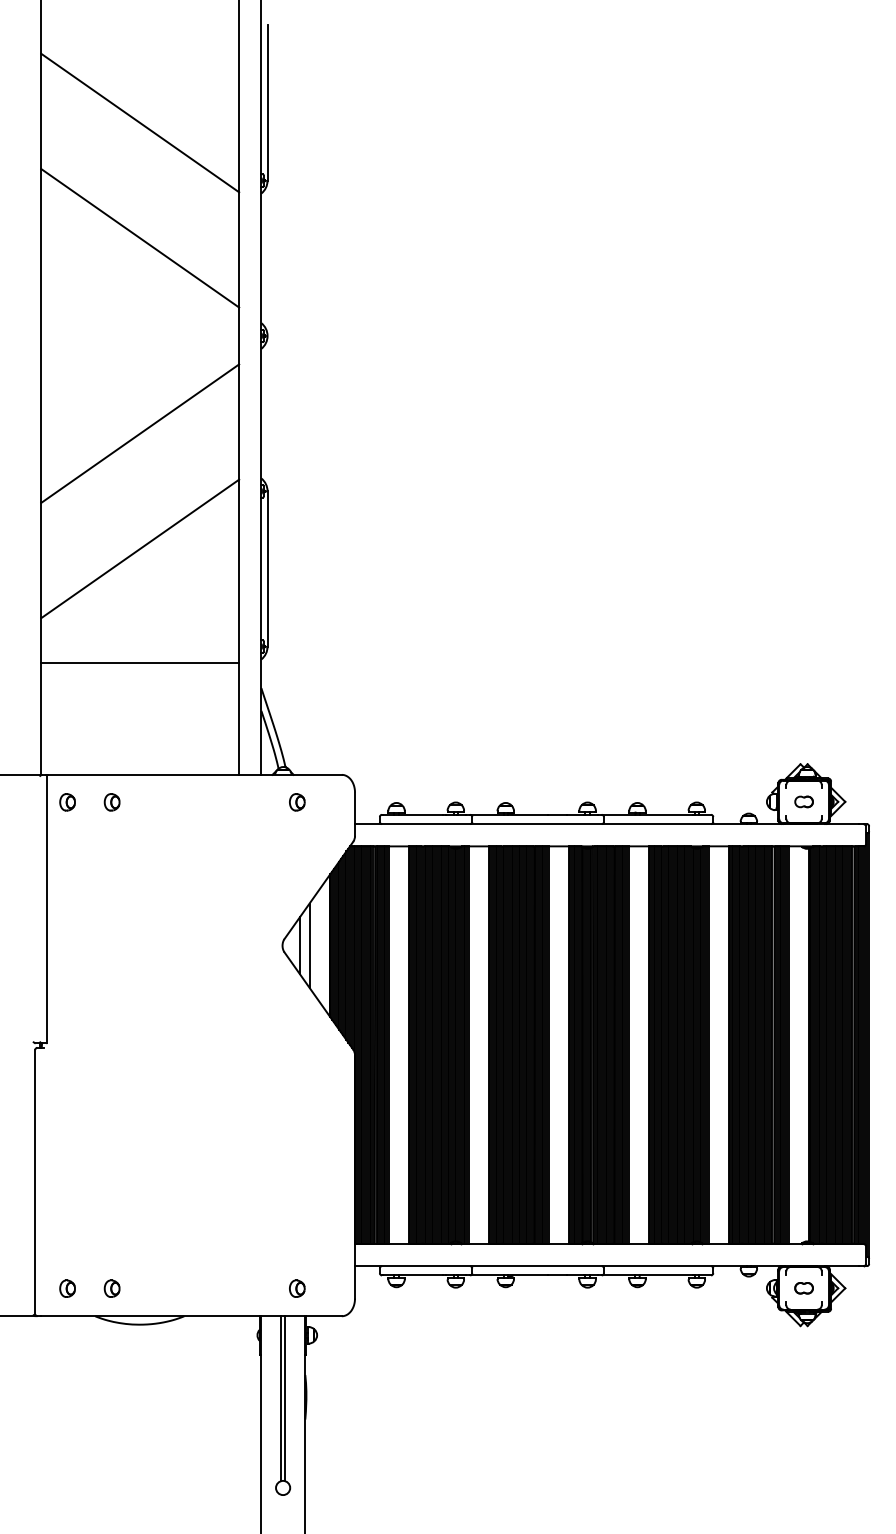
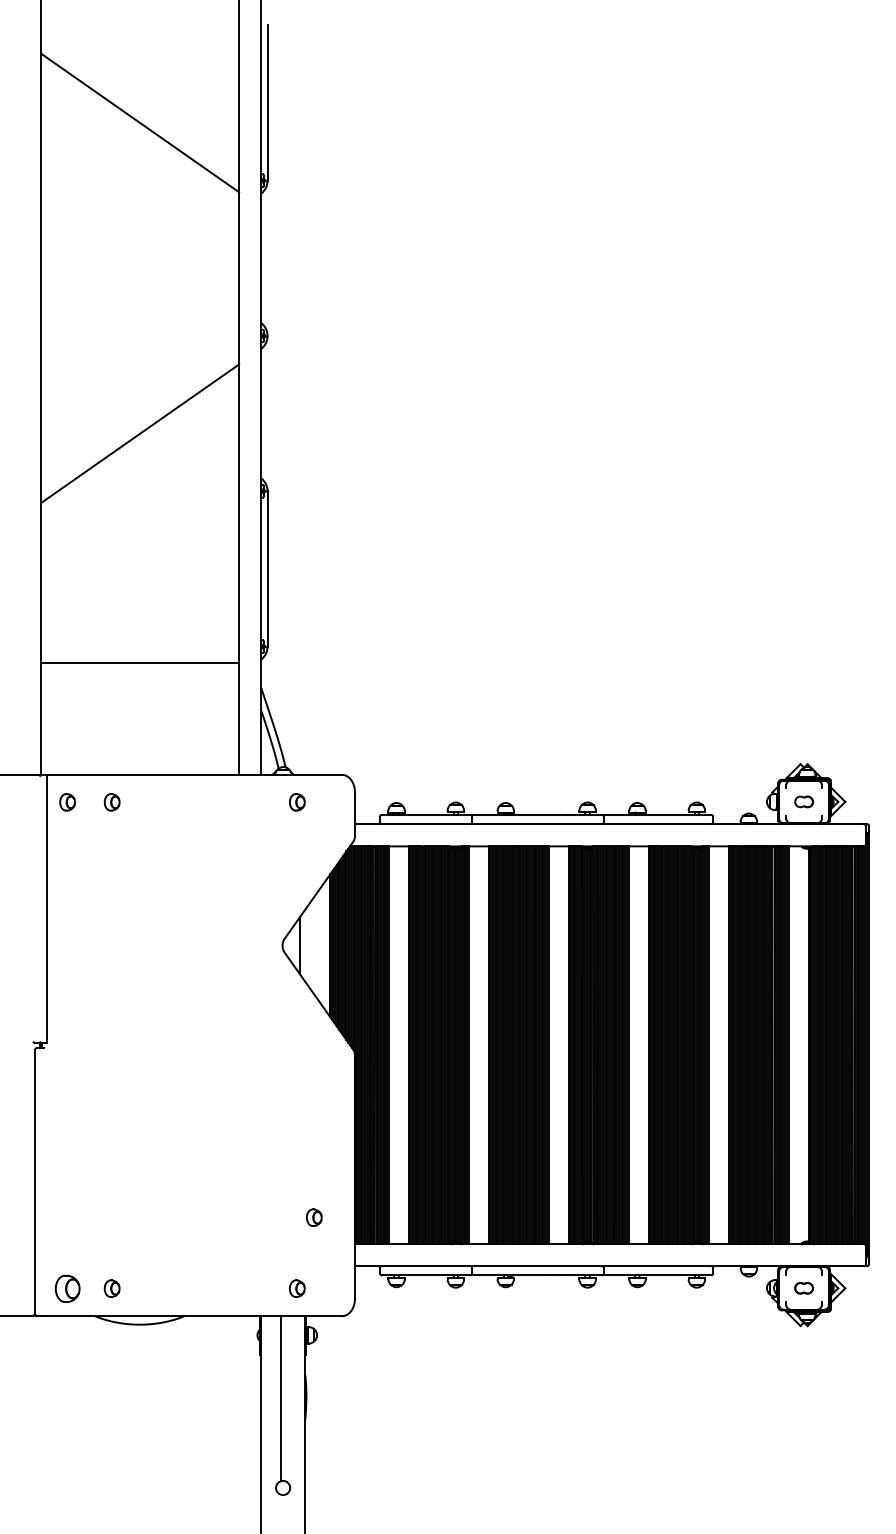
line at (140, 238): present -> none
line at (140, 548): present -> none
line at (309, 945): present -> none
part at (314, 1217): none -> present
part at (67, 1288) size: 17x19 px -> 27x29 px
line at (285, 1398): present -> none
